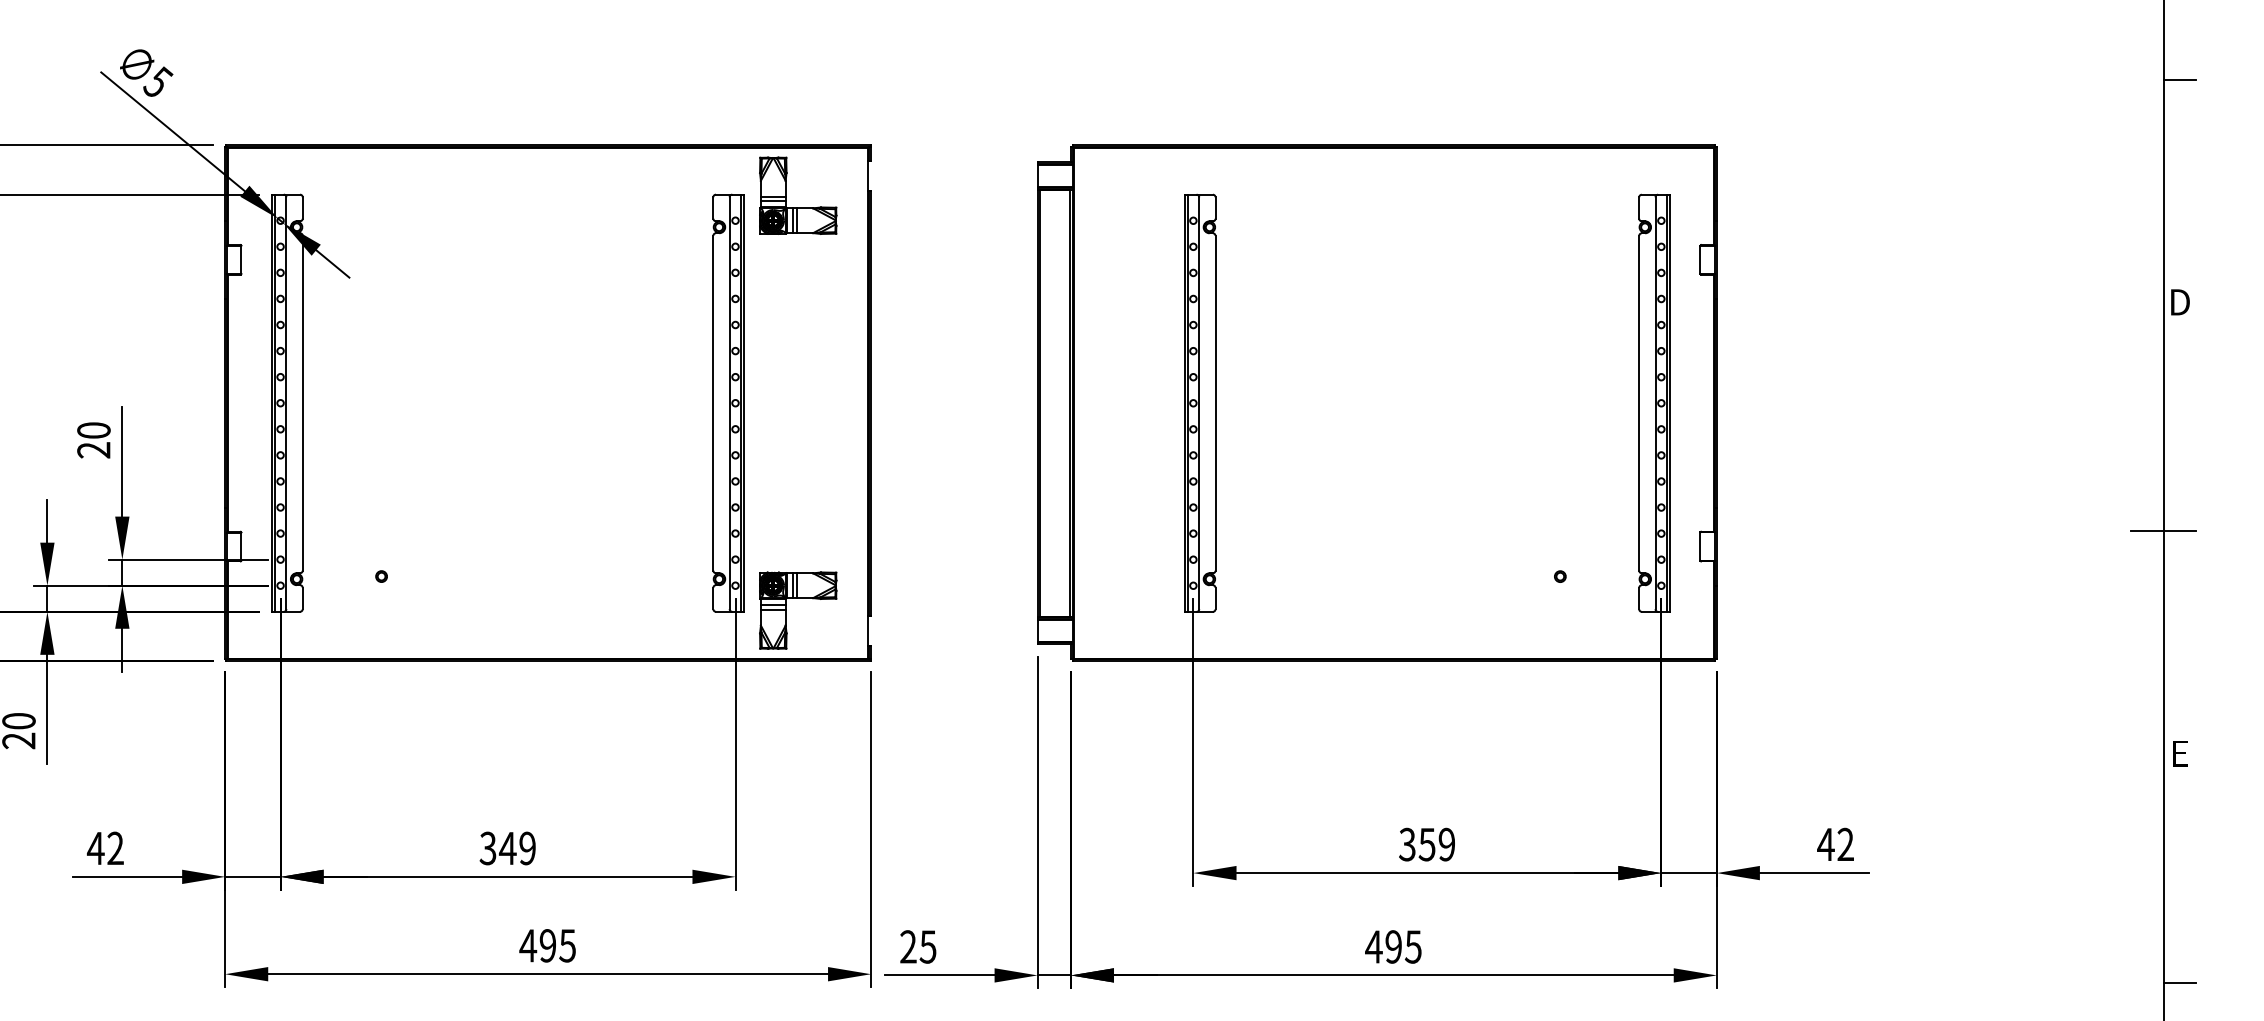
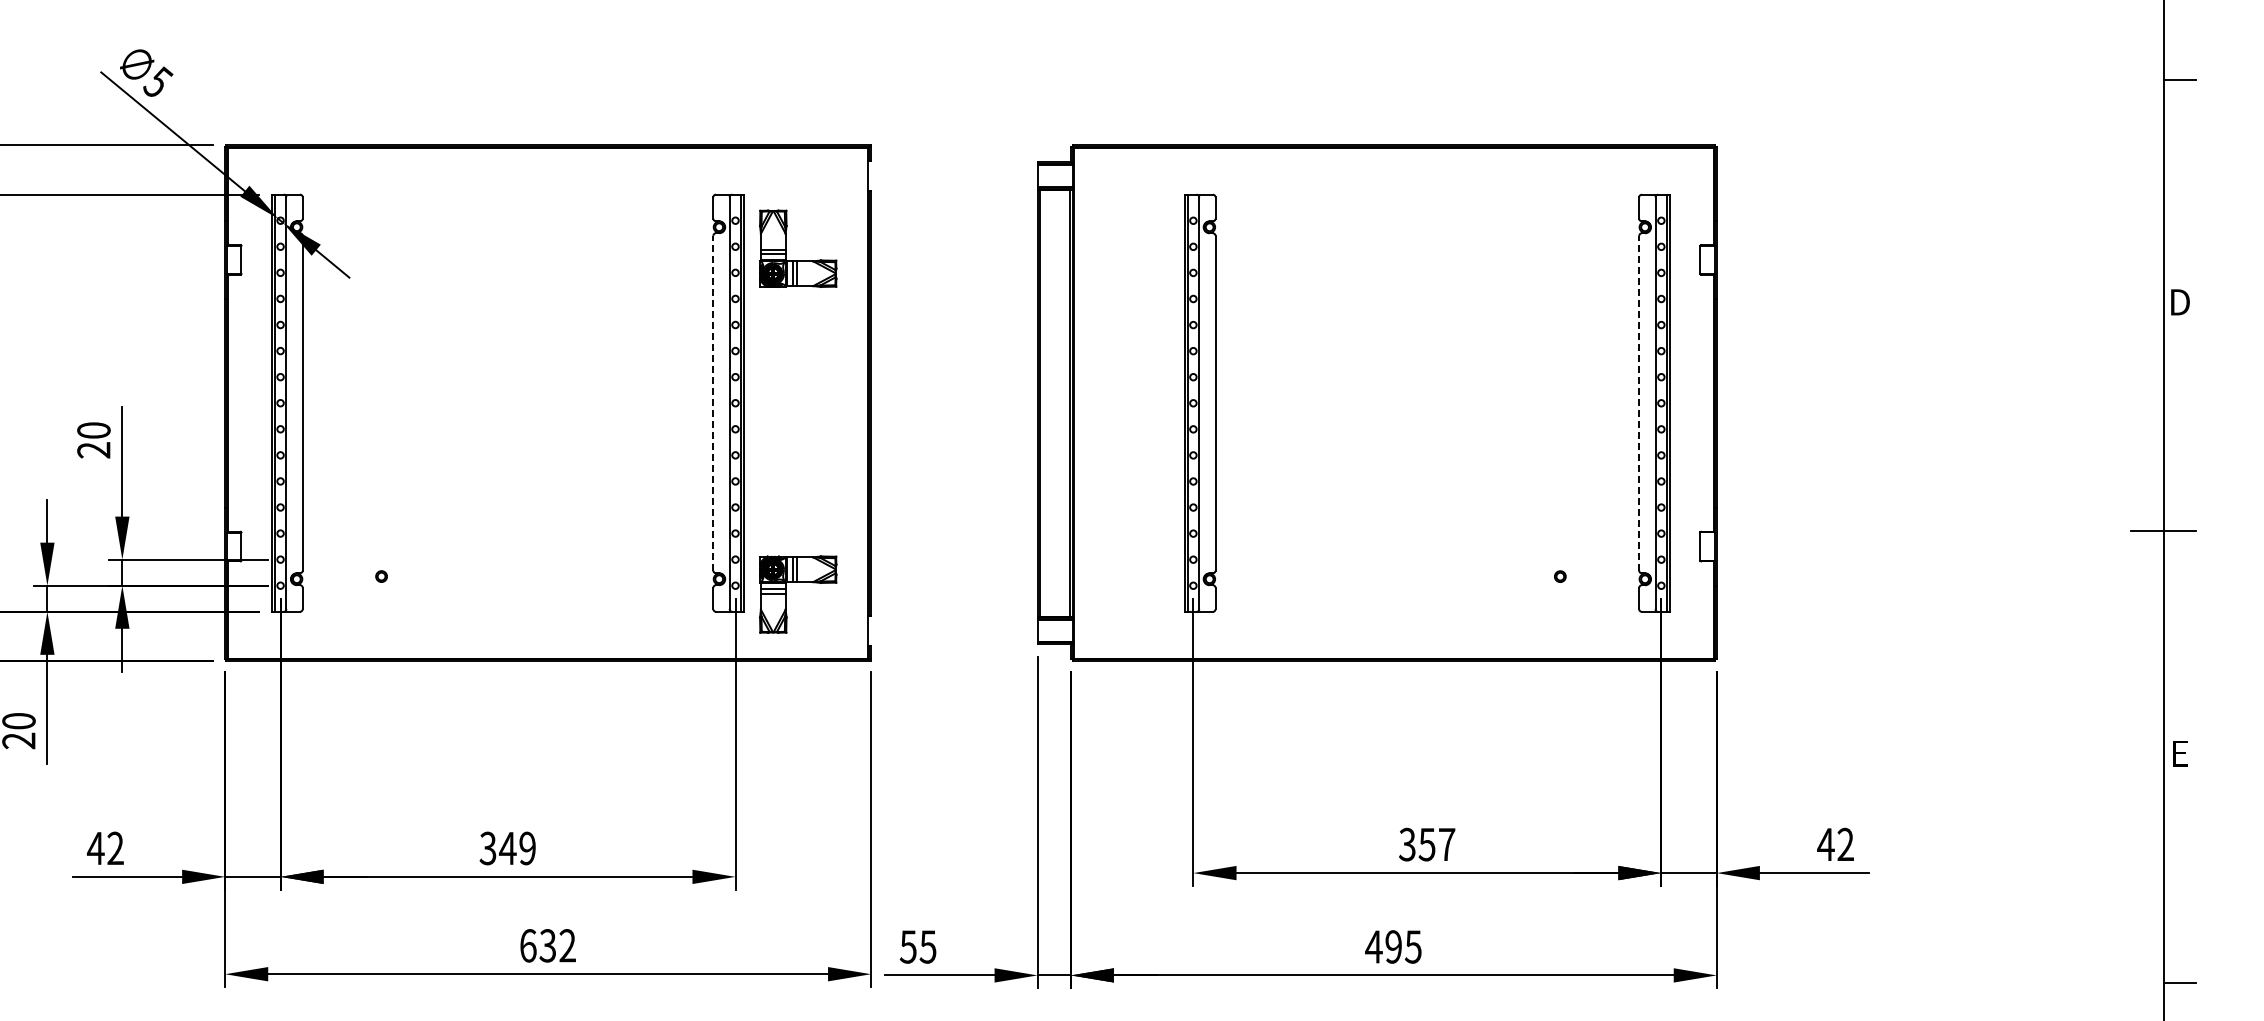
part at (786, 195) position: (786, 195) -> (786, 248)
line at (713, 402): solid -> dashed
line at (1639, 402): solid -> dashed
part at (798, 598) position: (798, 598) -> (798, 582)
text at (1446, 844): 359 -> 357
text at (547, 945): 495 -> 632
text at (907, 946): 25 -> 55
